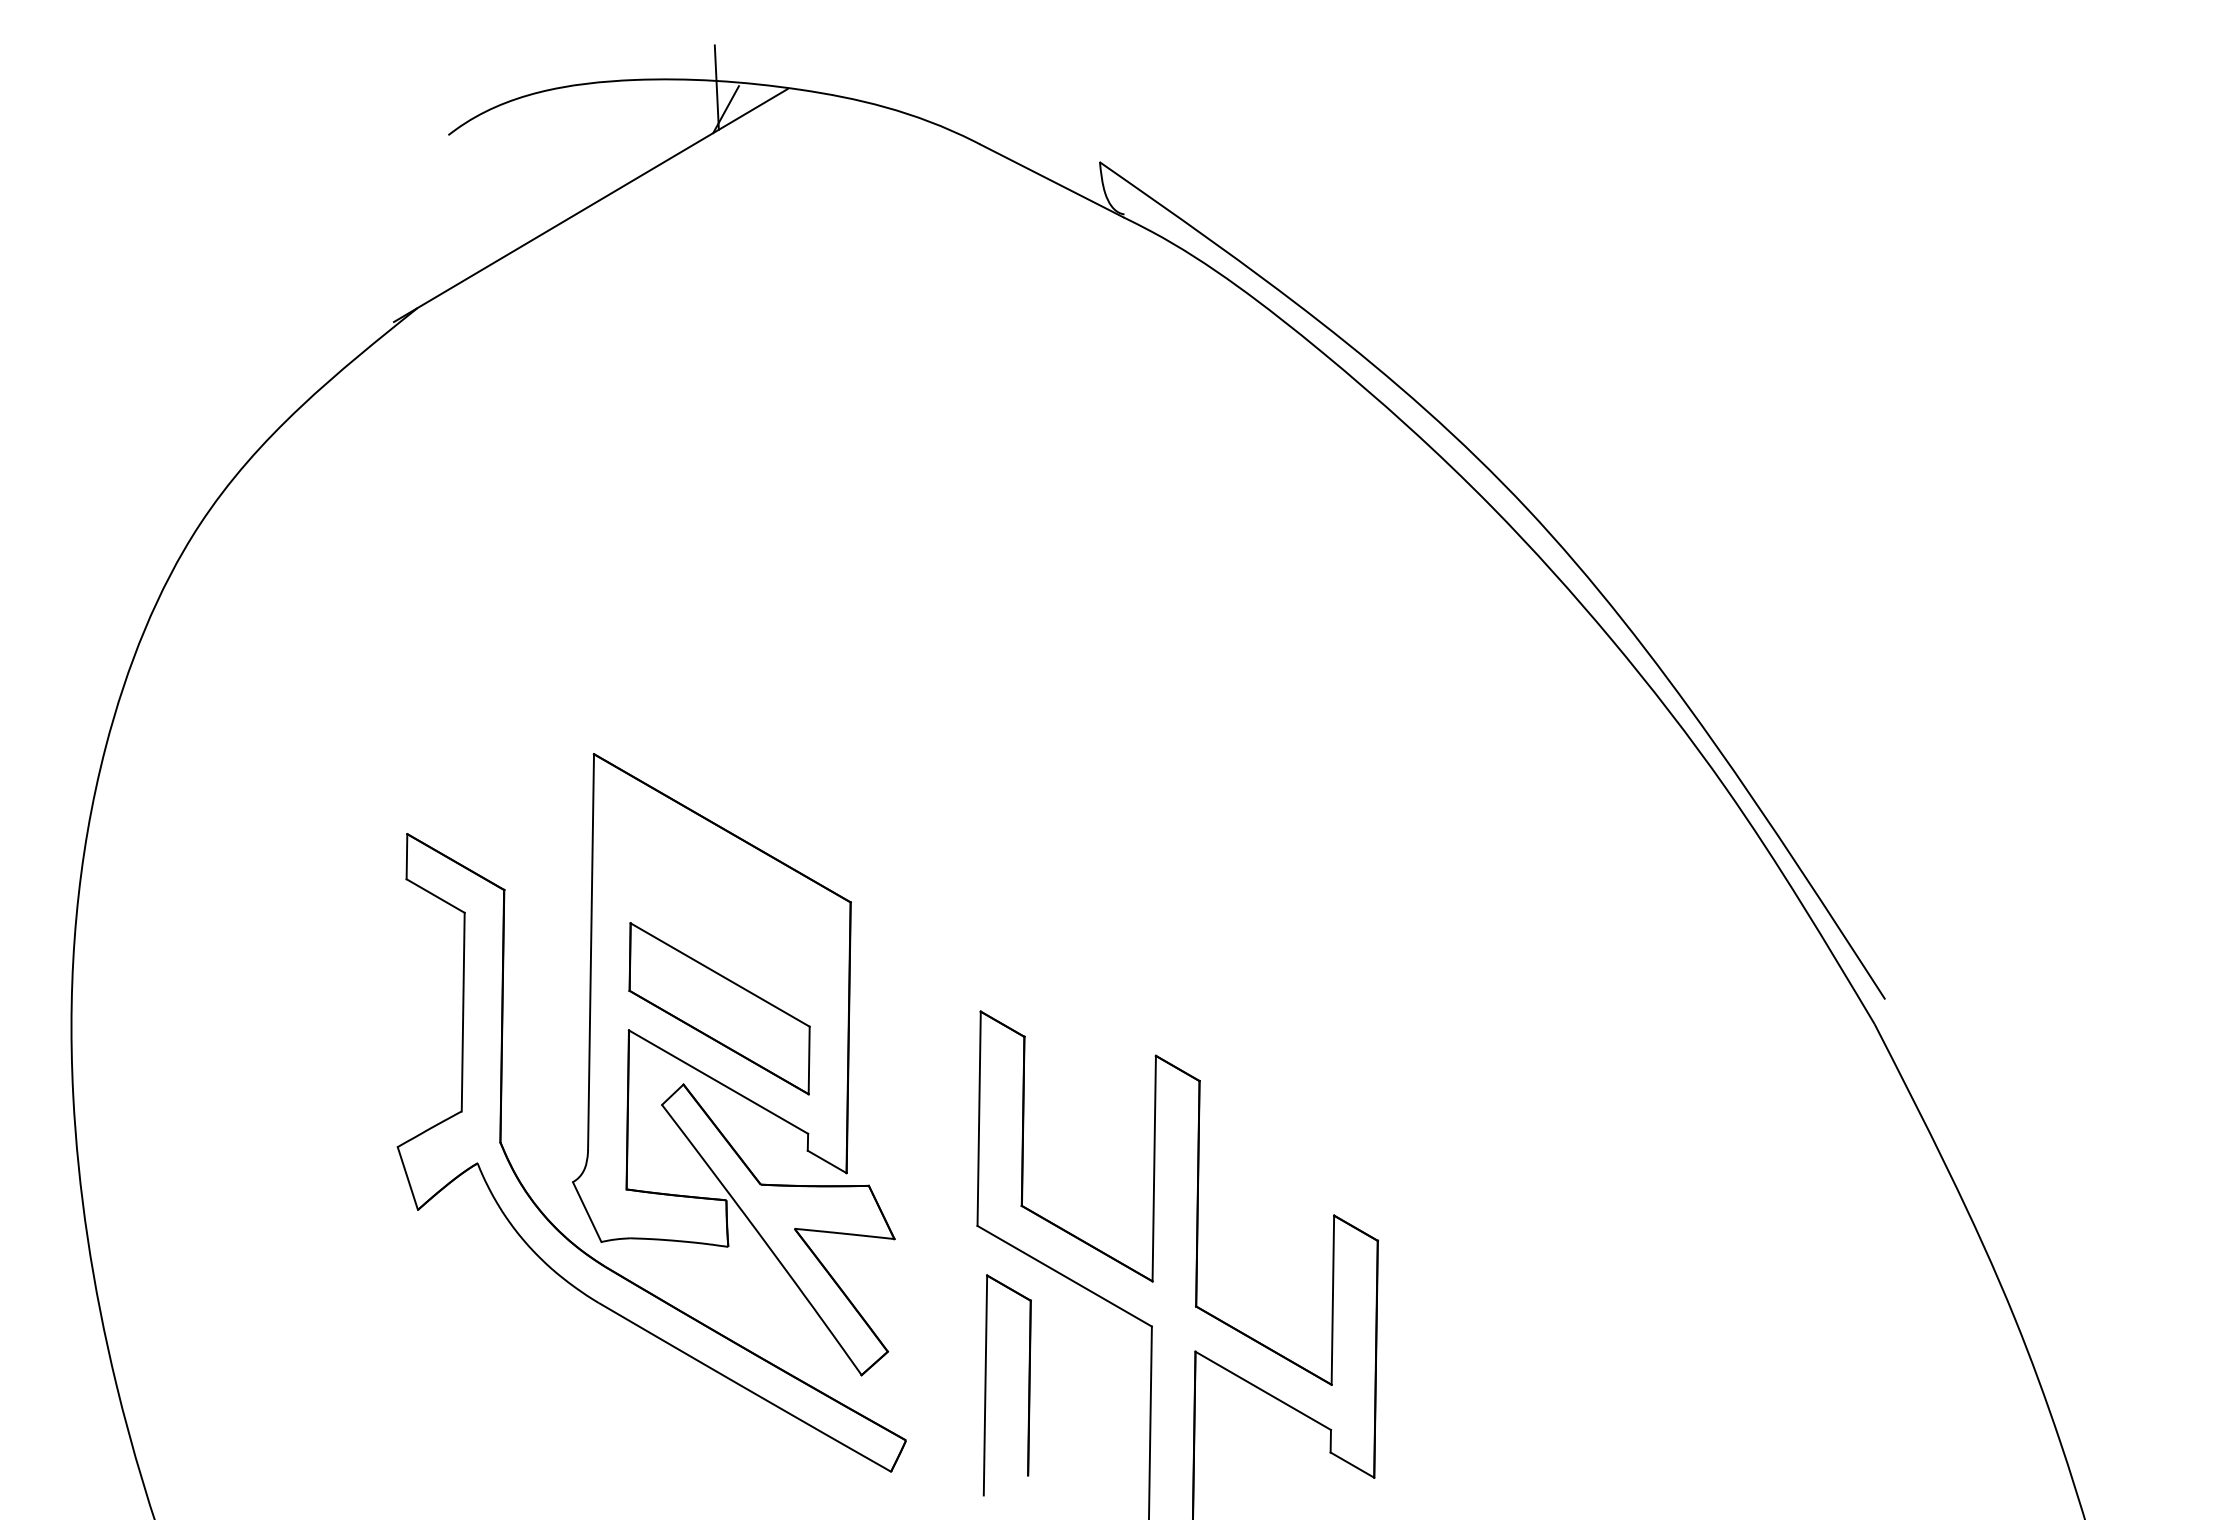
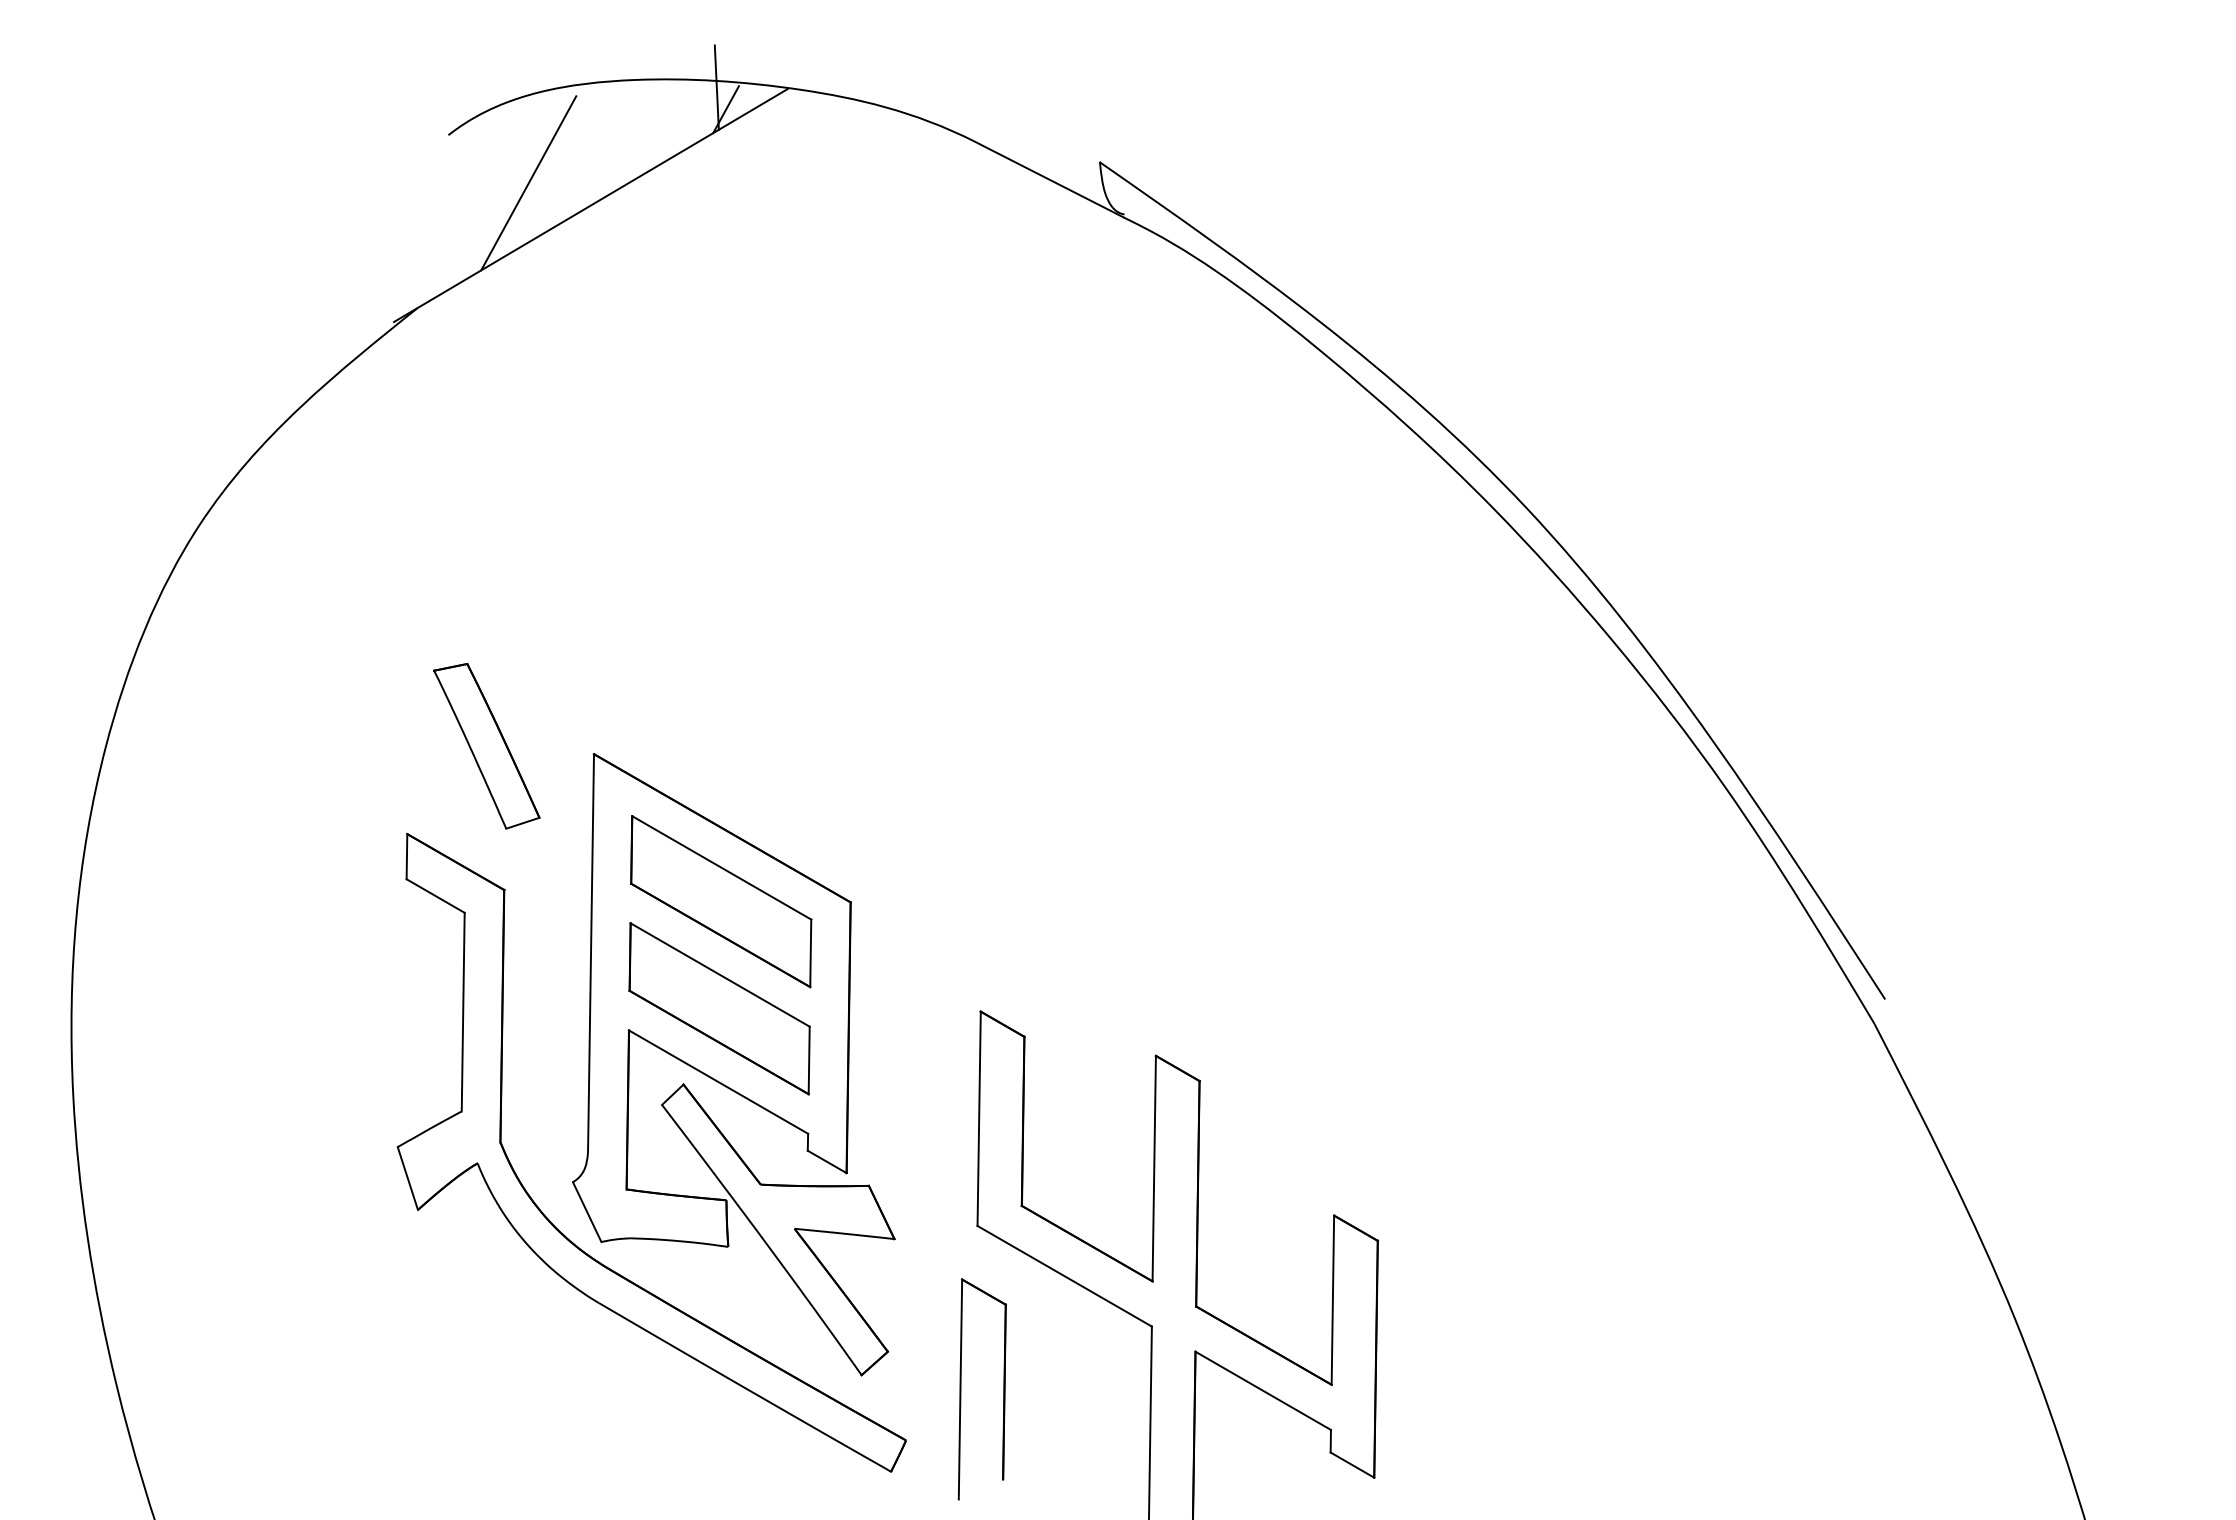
line at (528, 183): none -> present
part at (486, 746): none -> present
part at (721, 901): none -> present
part at (986, 1385) position: (986, 1385) -> (961, 1389)
